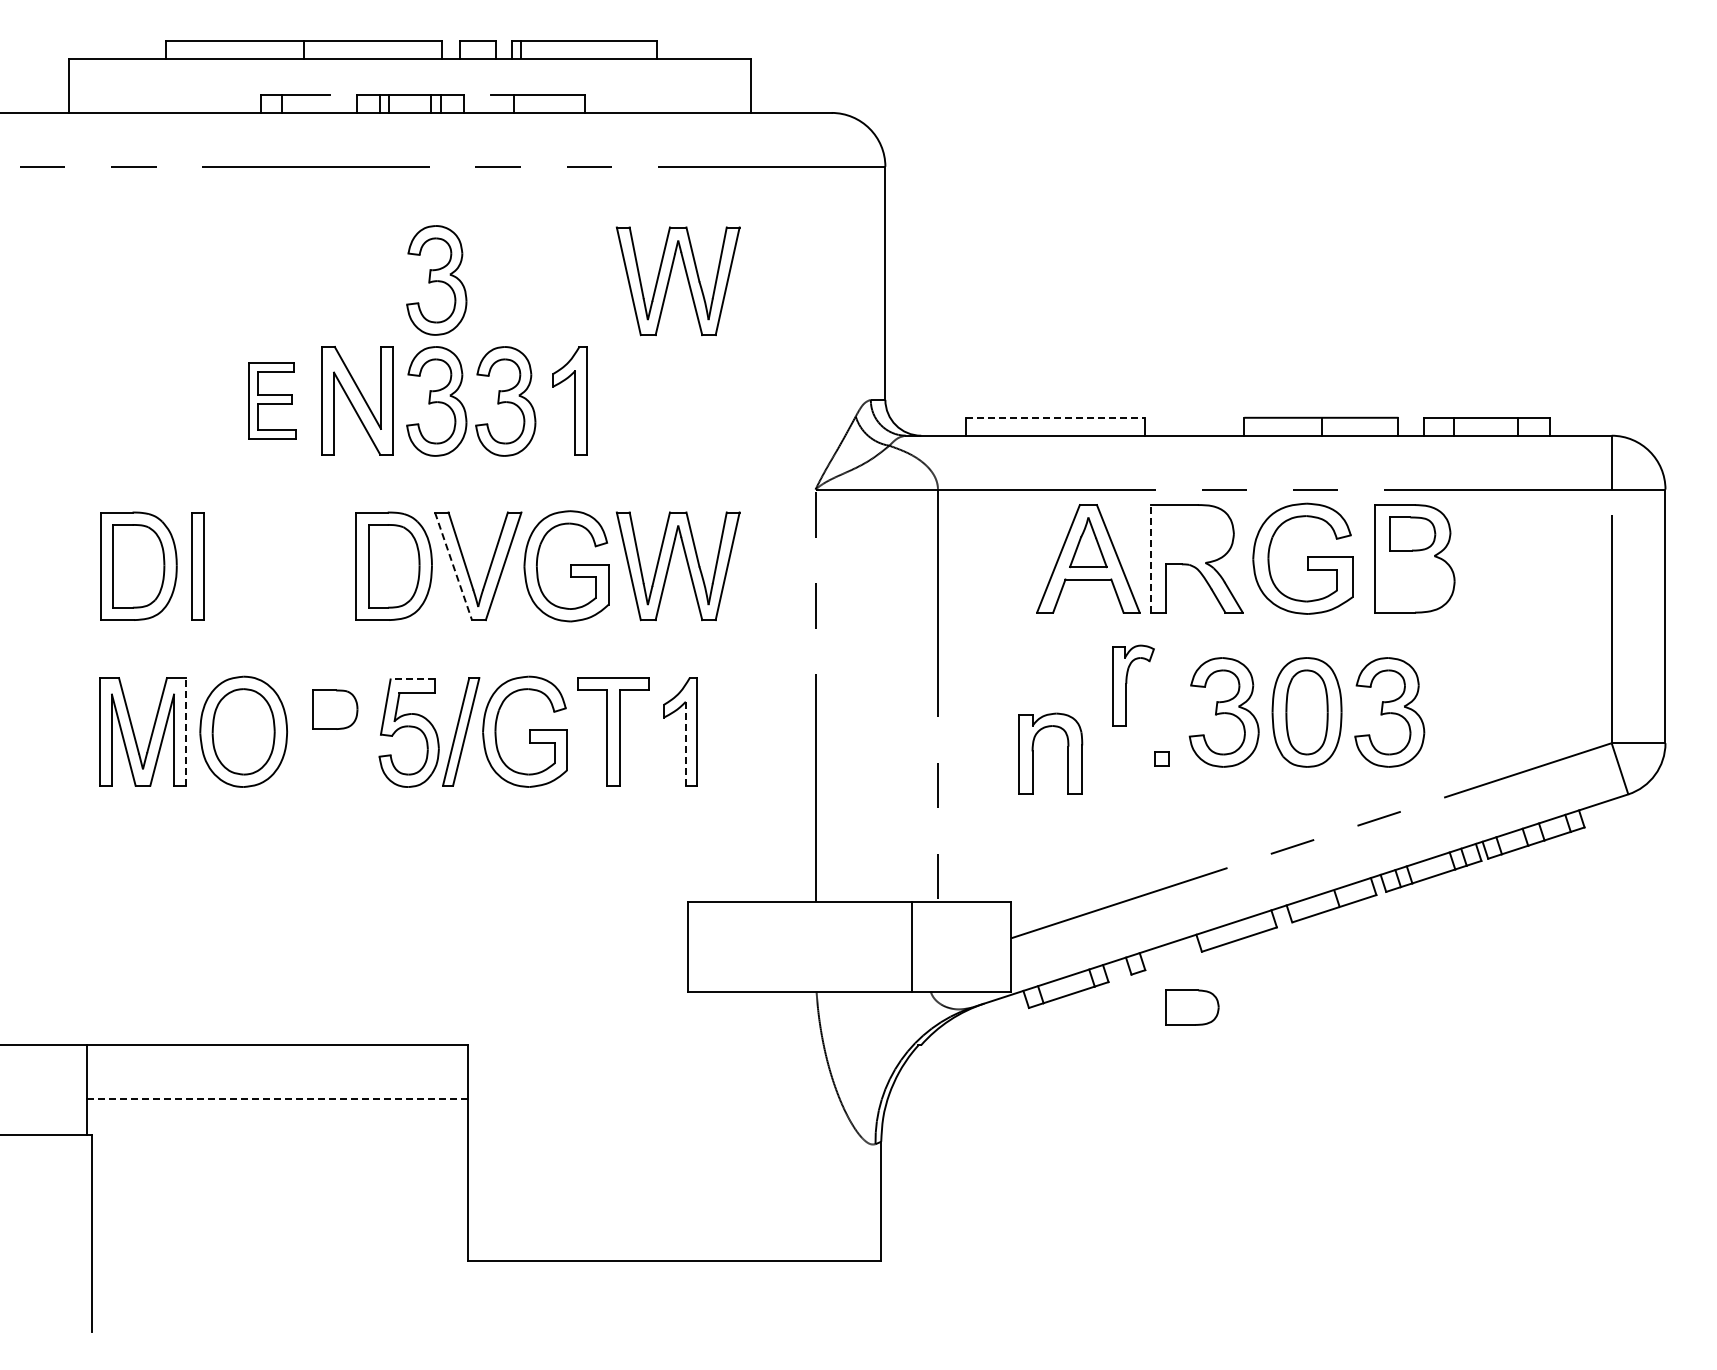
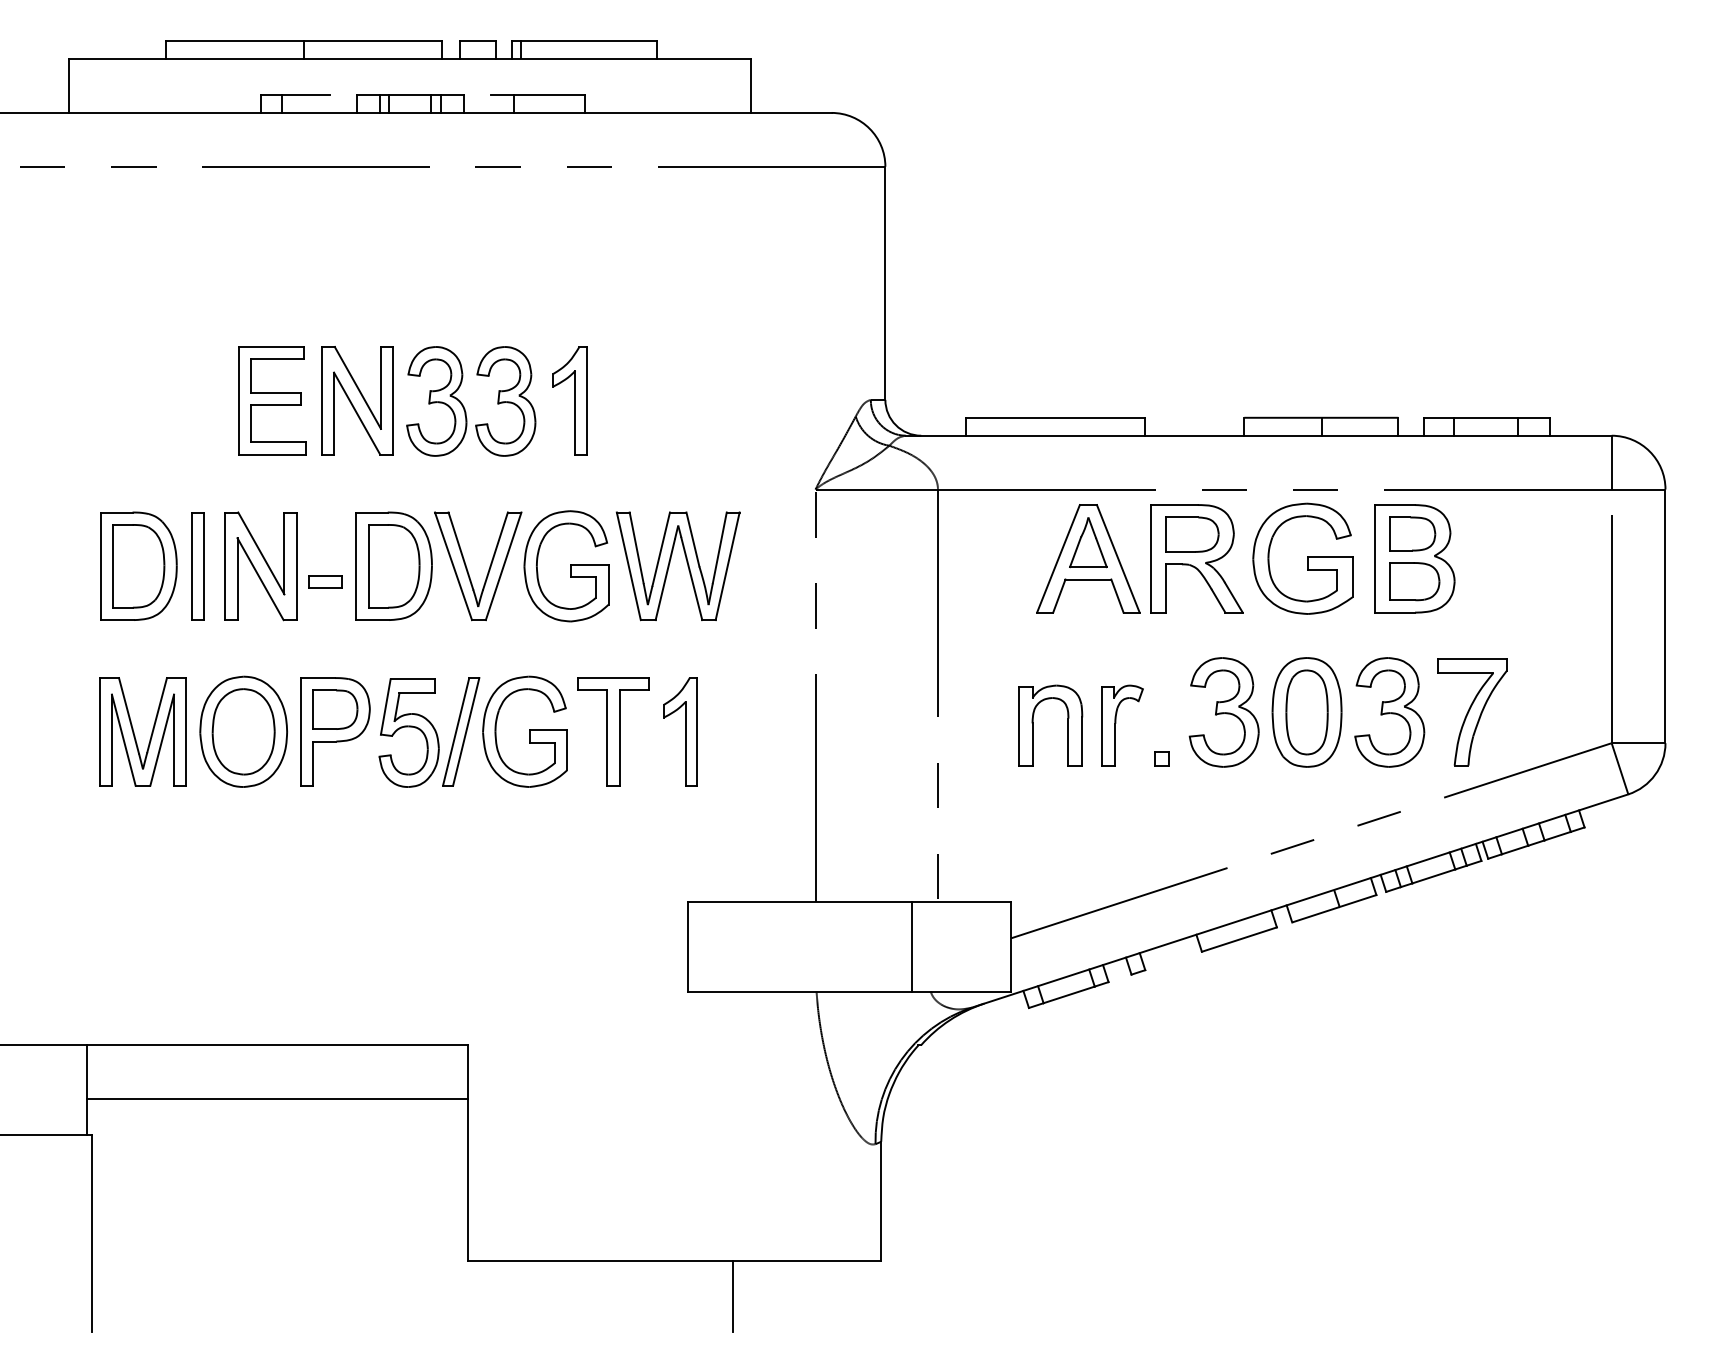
part at (670, 278): present -> none
part at (436, 280): present -> none
part at (272, 400) size: 49x78 px -> 69x110 px
line at (1055, 417): dashed -> solid
line at (1151, 558): dashed -> solid
part at (260, 566): none -> present
line at (453, 566): dashed -> solid
part at (325, 581): none -> present
part at (1414, 581): none -> present
line at (412, 679): dashed -> solid
part at (1127, 683) position: (1127, 683) -> (1116, 723)
part at (1472, 712): none -> present
line at (186, 731): dashed -> solid
part at (335, 731): none -> present
line at (685, 743): dashed -> solid
part at (1033, 753) position: (1033, 753) -> (1033, 725)
part at (1192, 1007) position: (1192, 1007) -> (1192, 534)
line at (276, 1099): dashed -> solid
line at (732, 1296): none -> present
